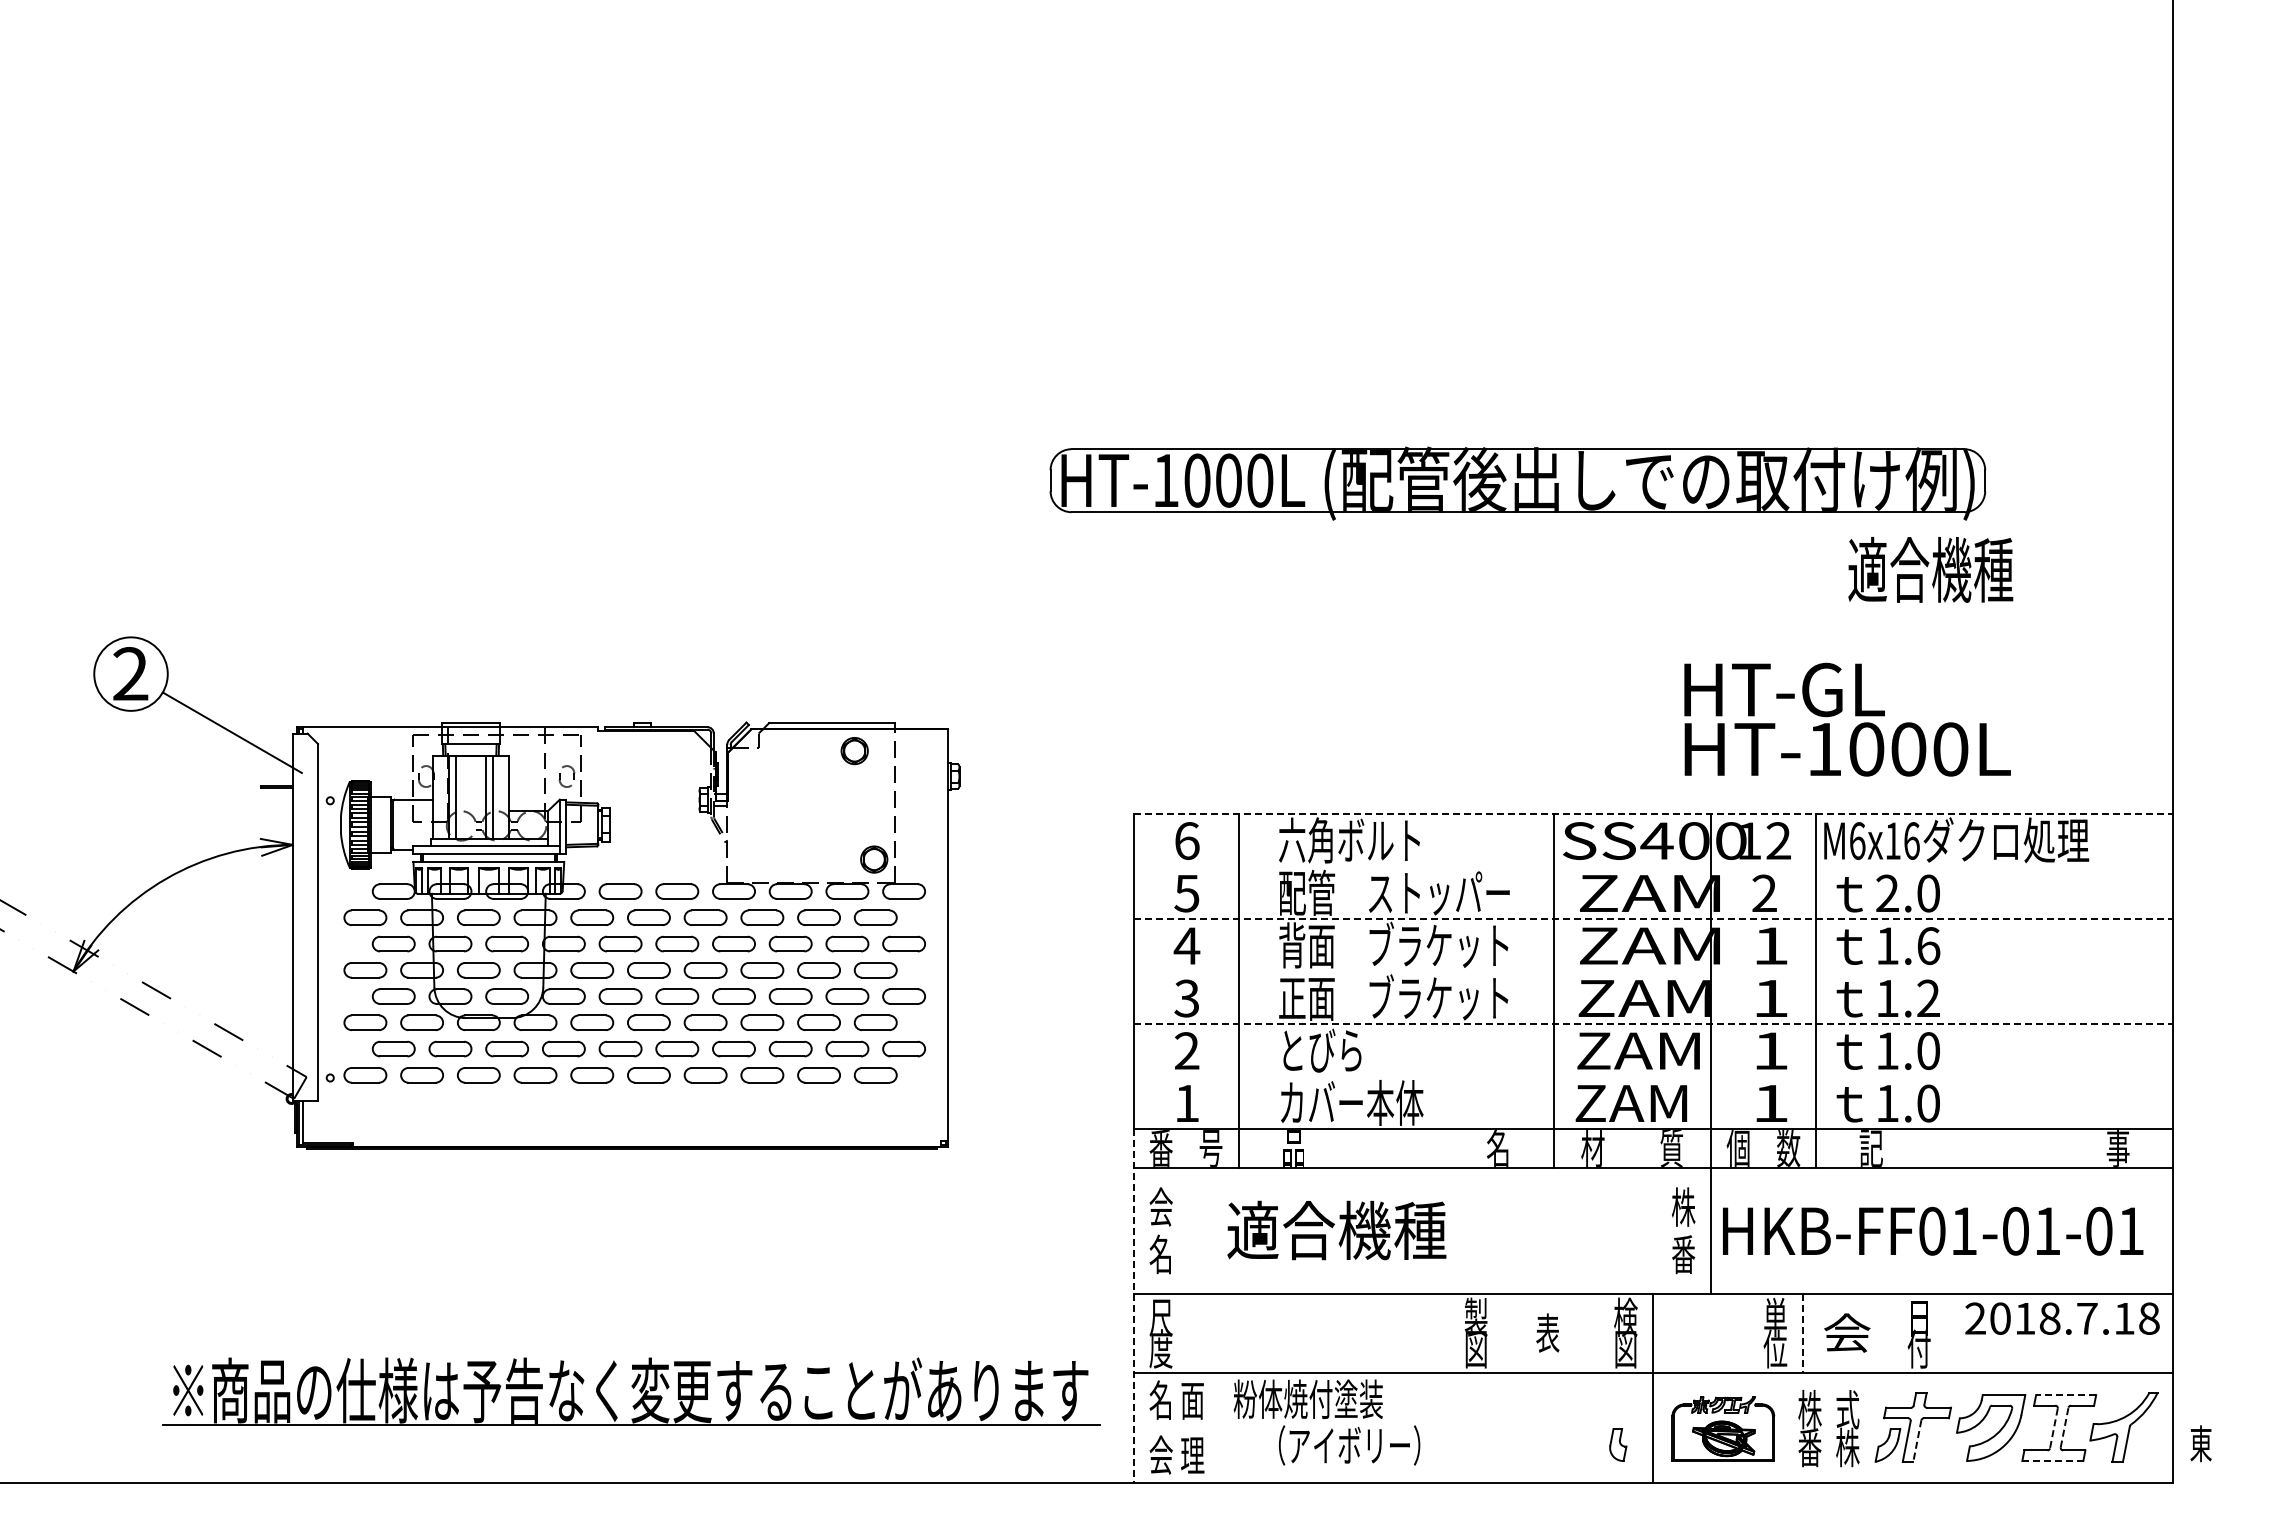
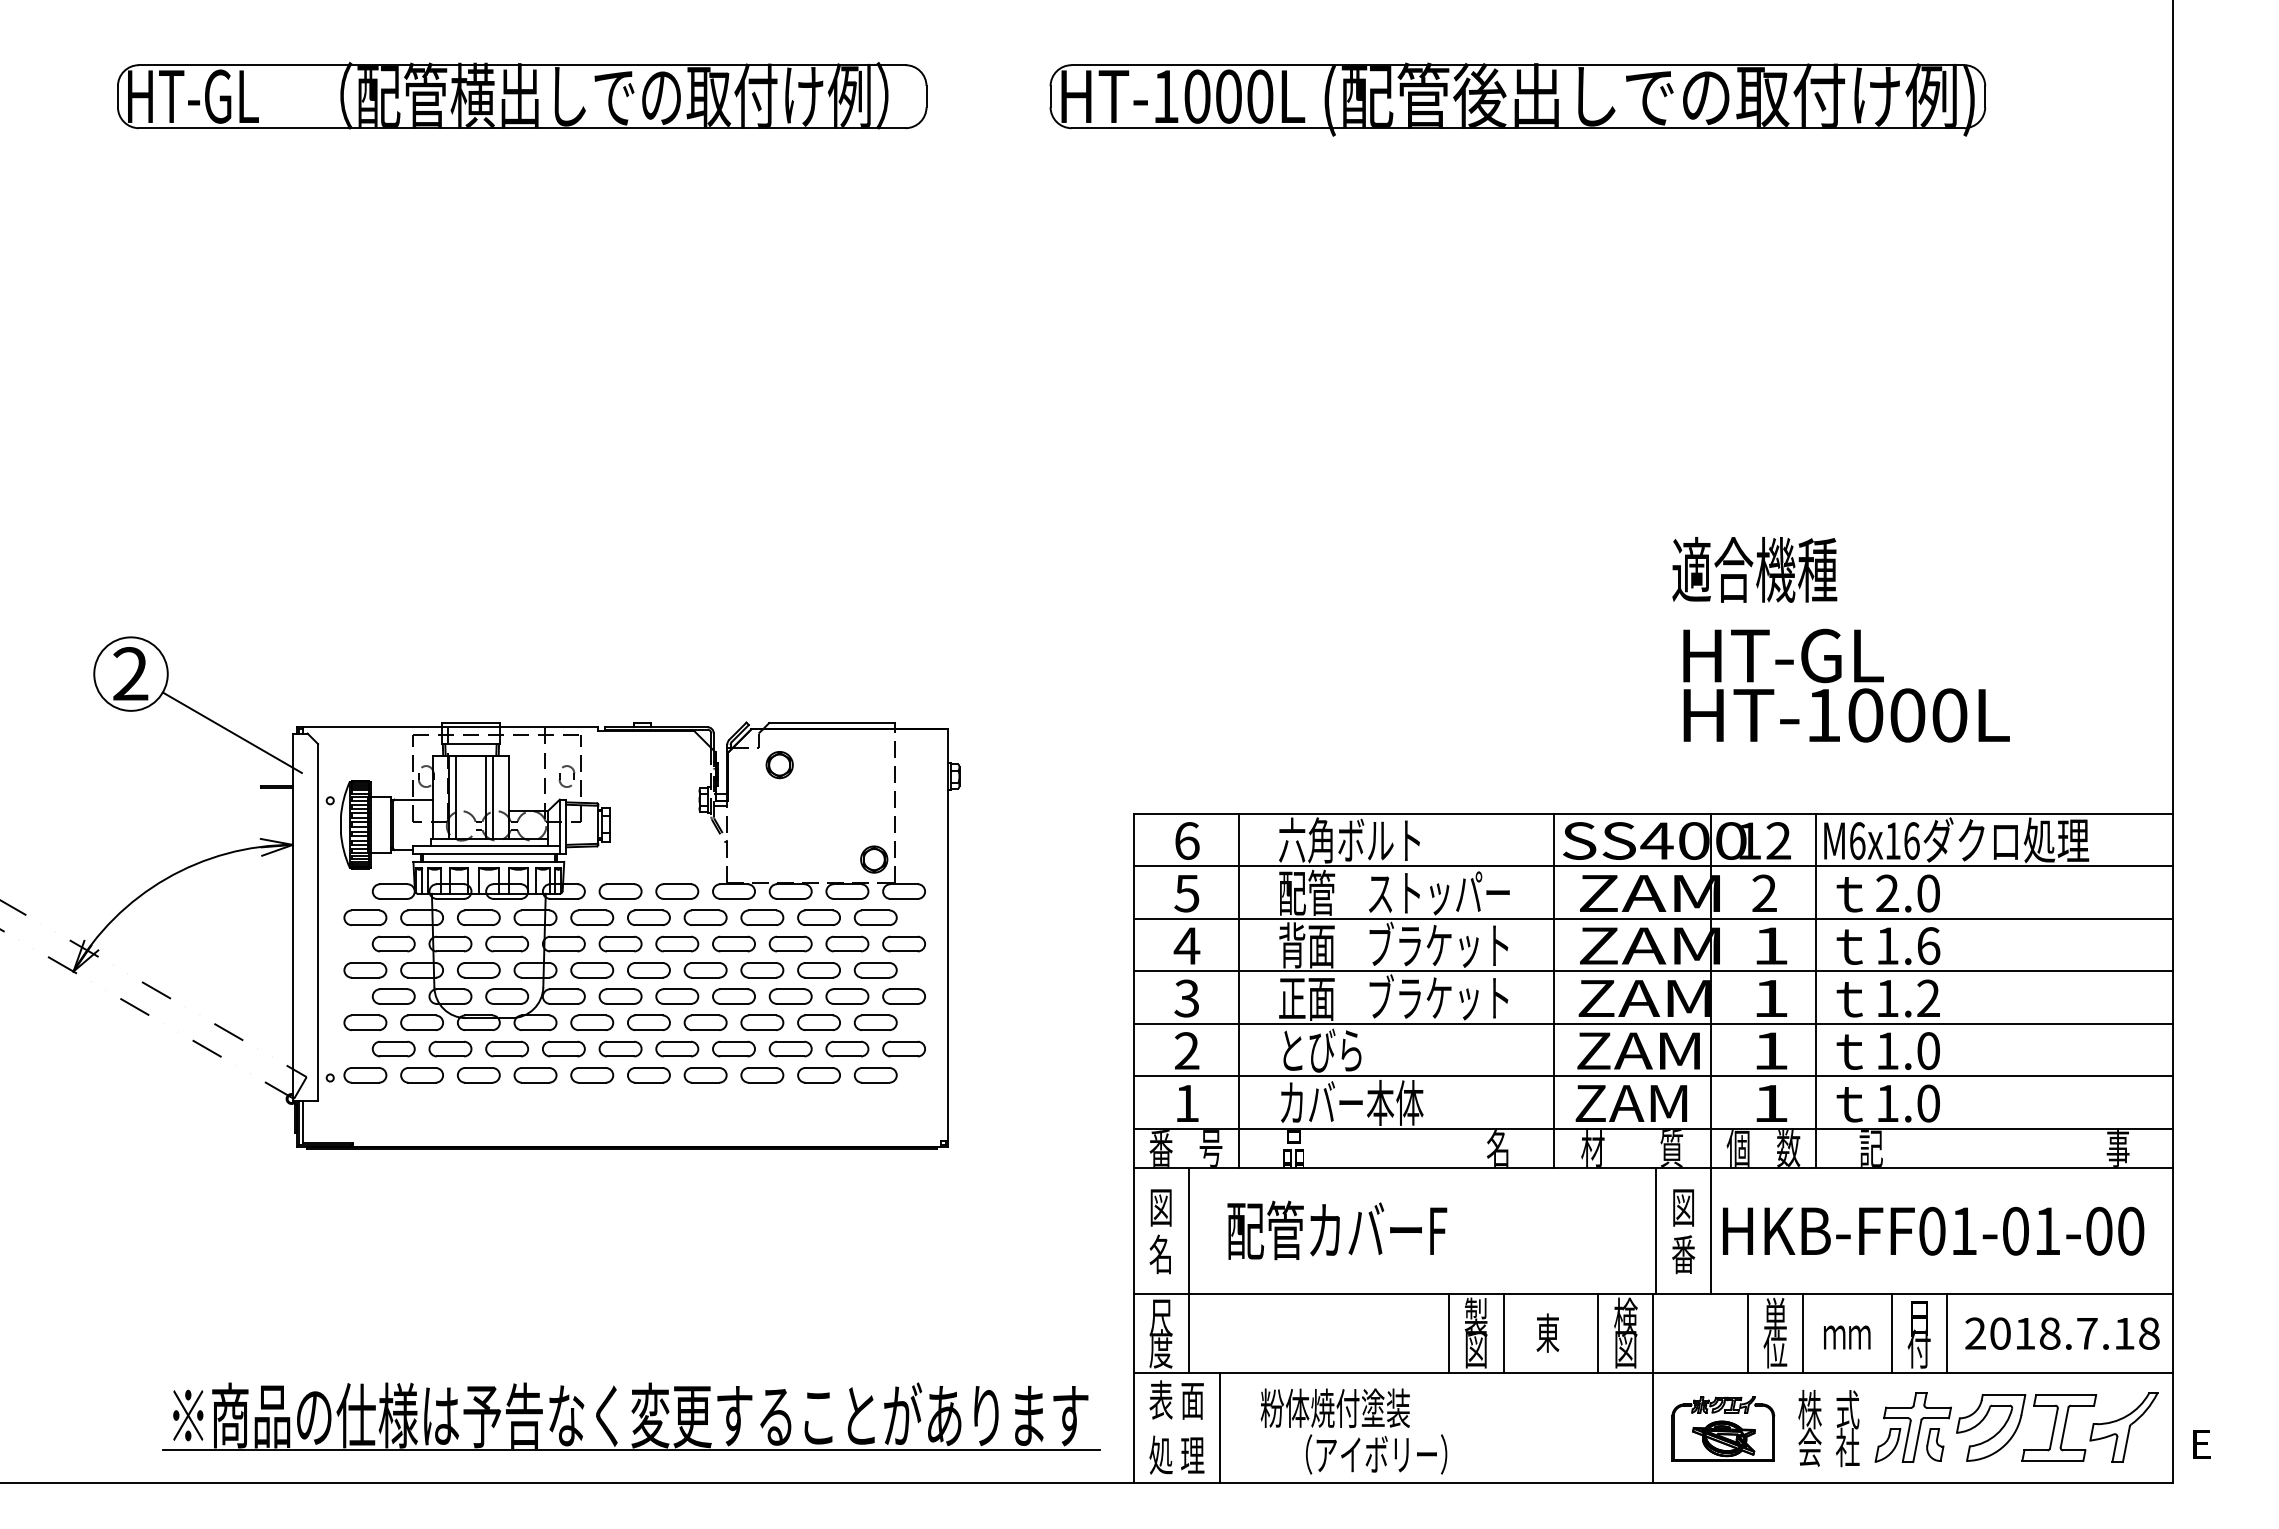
part at (522, 95): none -> present
part at (1517, 483) position: (1517, 483) -> (1517, 99)
text at (1930, 569) position: (1930, 569) -> (1754, 569)
text at (1847, 719) position: (1847, 719) -> (1846, 685)
part at (854, 751) position: (854, 751) -> (779, 765)
line at (1653, 813): dashed -> solid
line at (1653, 866): none -> present
line at (1653, 918): dashed -> solid
line at (1653, 971): none -> present
line at (1653, 1023): dashed -> solid
line at (1653, 1076): none -> present
text at (1160, 1206): 会 -> 図
text at (1683, 1206): 株 -> 図
text at (1337, 1230): 適合機種 -> 配管カバーF
text at (2131, 1230): HKB-FF01-01-01 -> HKB-FF01-01-00
line at (1656, 1231): none -> present
line at (1188, 1270): none -> present
line at (1133, 1306): dashed -> solid
text at (2062, 1318) position: (2062, 1318) -> (2062, 1333)
text at (1847, 1332): 会 -> ｍｍ
line at (1448, 1333): none -> present
line at (1503, 1333): none -> present
line at (1598, 1333): none -> present
line at (1747, 1333): none -> present
line at (1891, 1333): none -> present
line at (1946, 1333): none -> present
text at (1547, 1334): 表 -> 東
line at (1803, 1334): dashed -> solid
part at (631, 1391) position: (631, 1391) -> (631, 1416)
line at (2065, 1395): dashed -> solid
text at (1160, 1399): 名 -> 表
text at (1326, 1422) position: (1326, 1422) -> (1353, 1431)
line at (2064, 1427): dashed -> solid
line at (1220, 1428): none -> present
line at (2053, 1428): dashed -> solid
line at (1917, 1441): dashed -> solid
text at (2200, 1443): 東 -> E
part at (1618, 1444) position: (1618, 1444) -> (1935, 1444)
text at (1809, 1447): 番 -> 会
text at (1847, 1447): 株 -> 社
text at (1160, 1454): 会 -> 処
line at (2053, 1460): dashed -> solid
